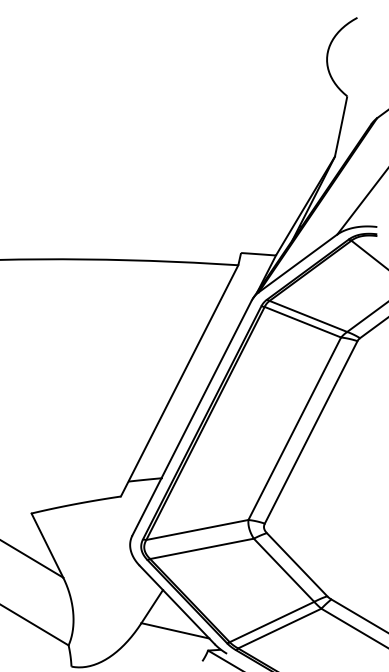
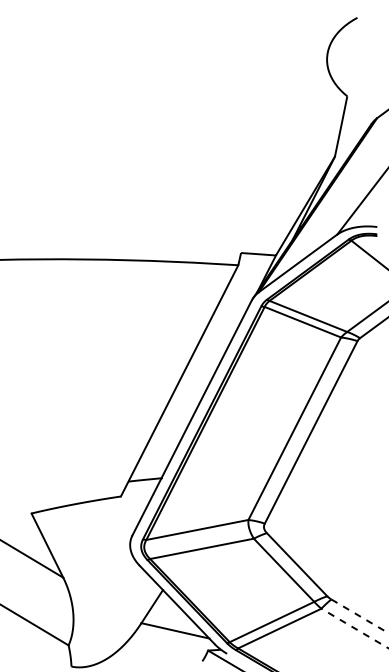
line at (359, 616): solid -> dashed
line at (354, 628): solid -> dashed
